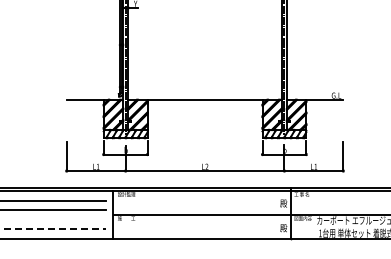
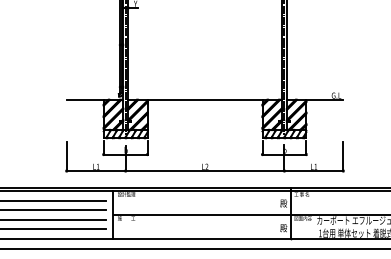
line at (53, 219): none -> present
line at (53, 229): dashed -> solid
line at (194, 249): none -> present
